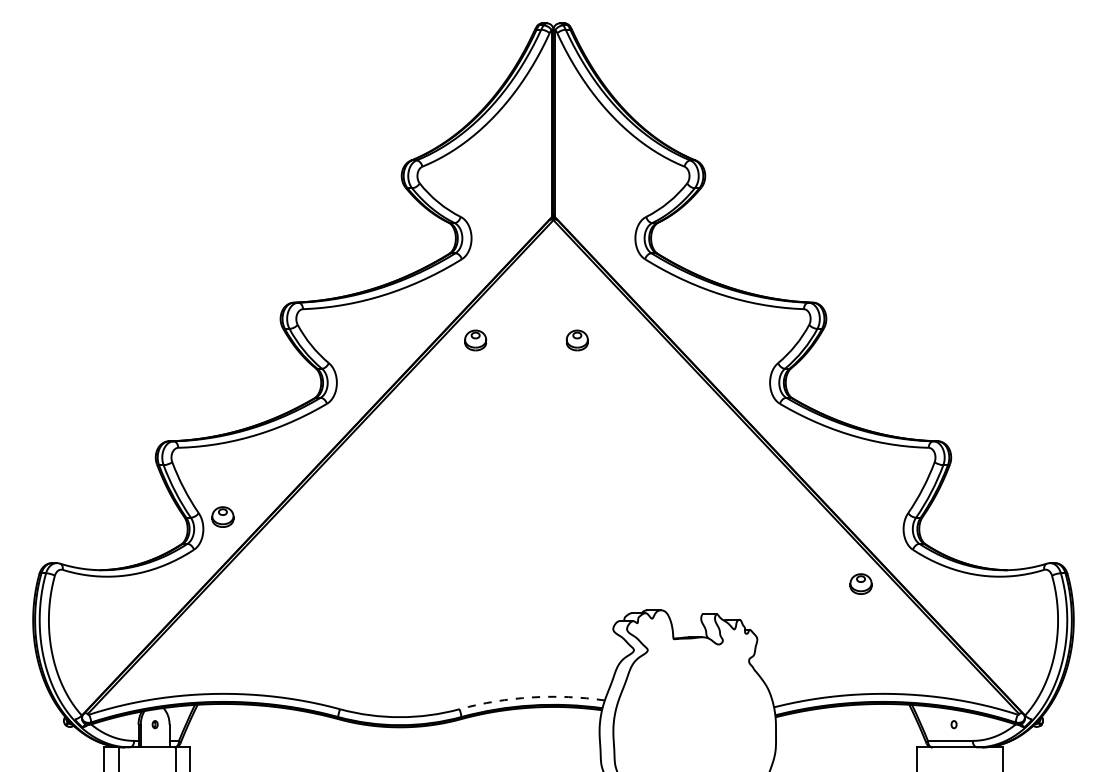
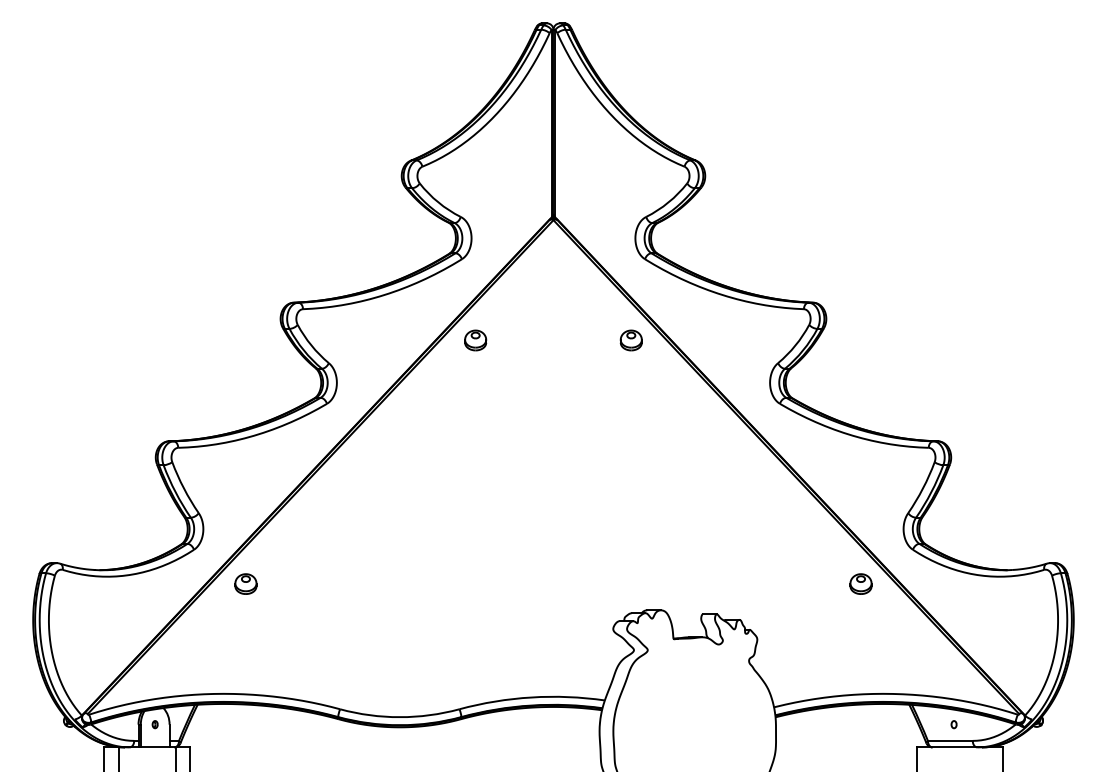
part at (576, 340) position: (576, 340) -> (630, 340)
part at (222, 516) position: (222, 516) -> (245, 583)
arc at (531, 697): dashed -> solid
